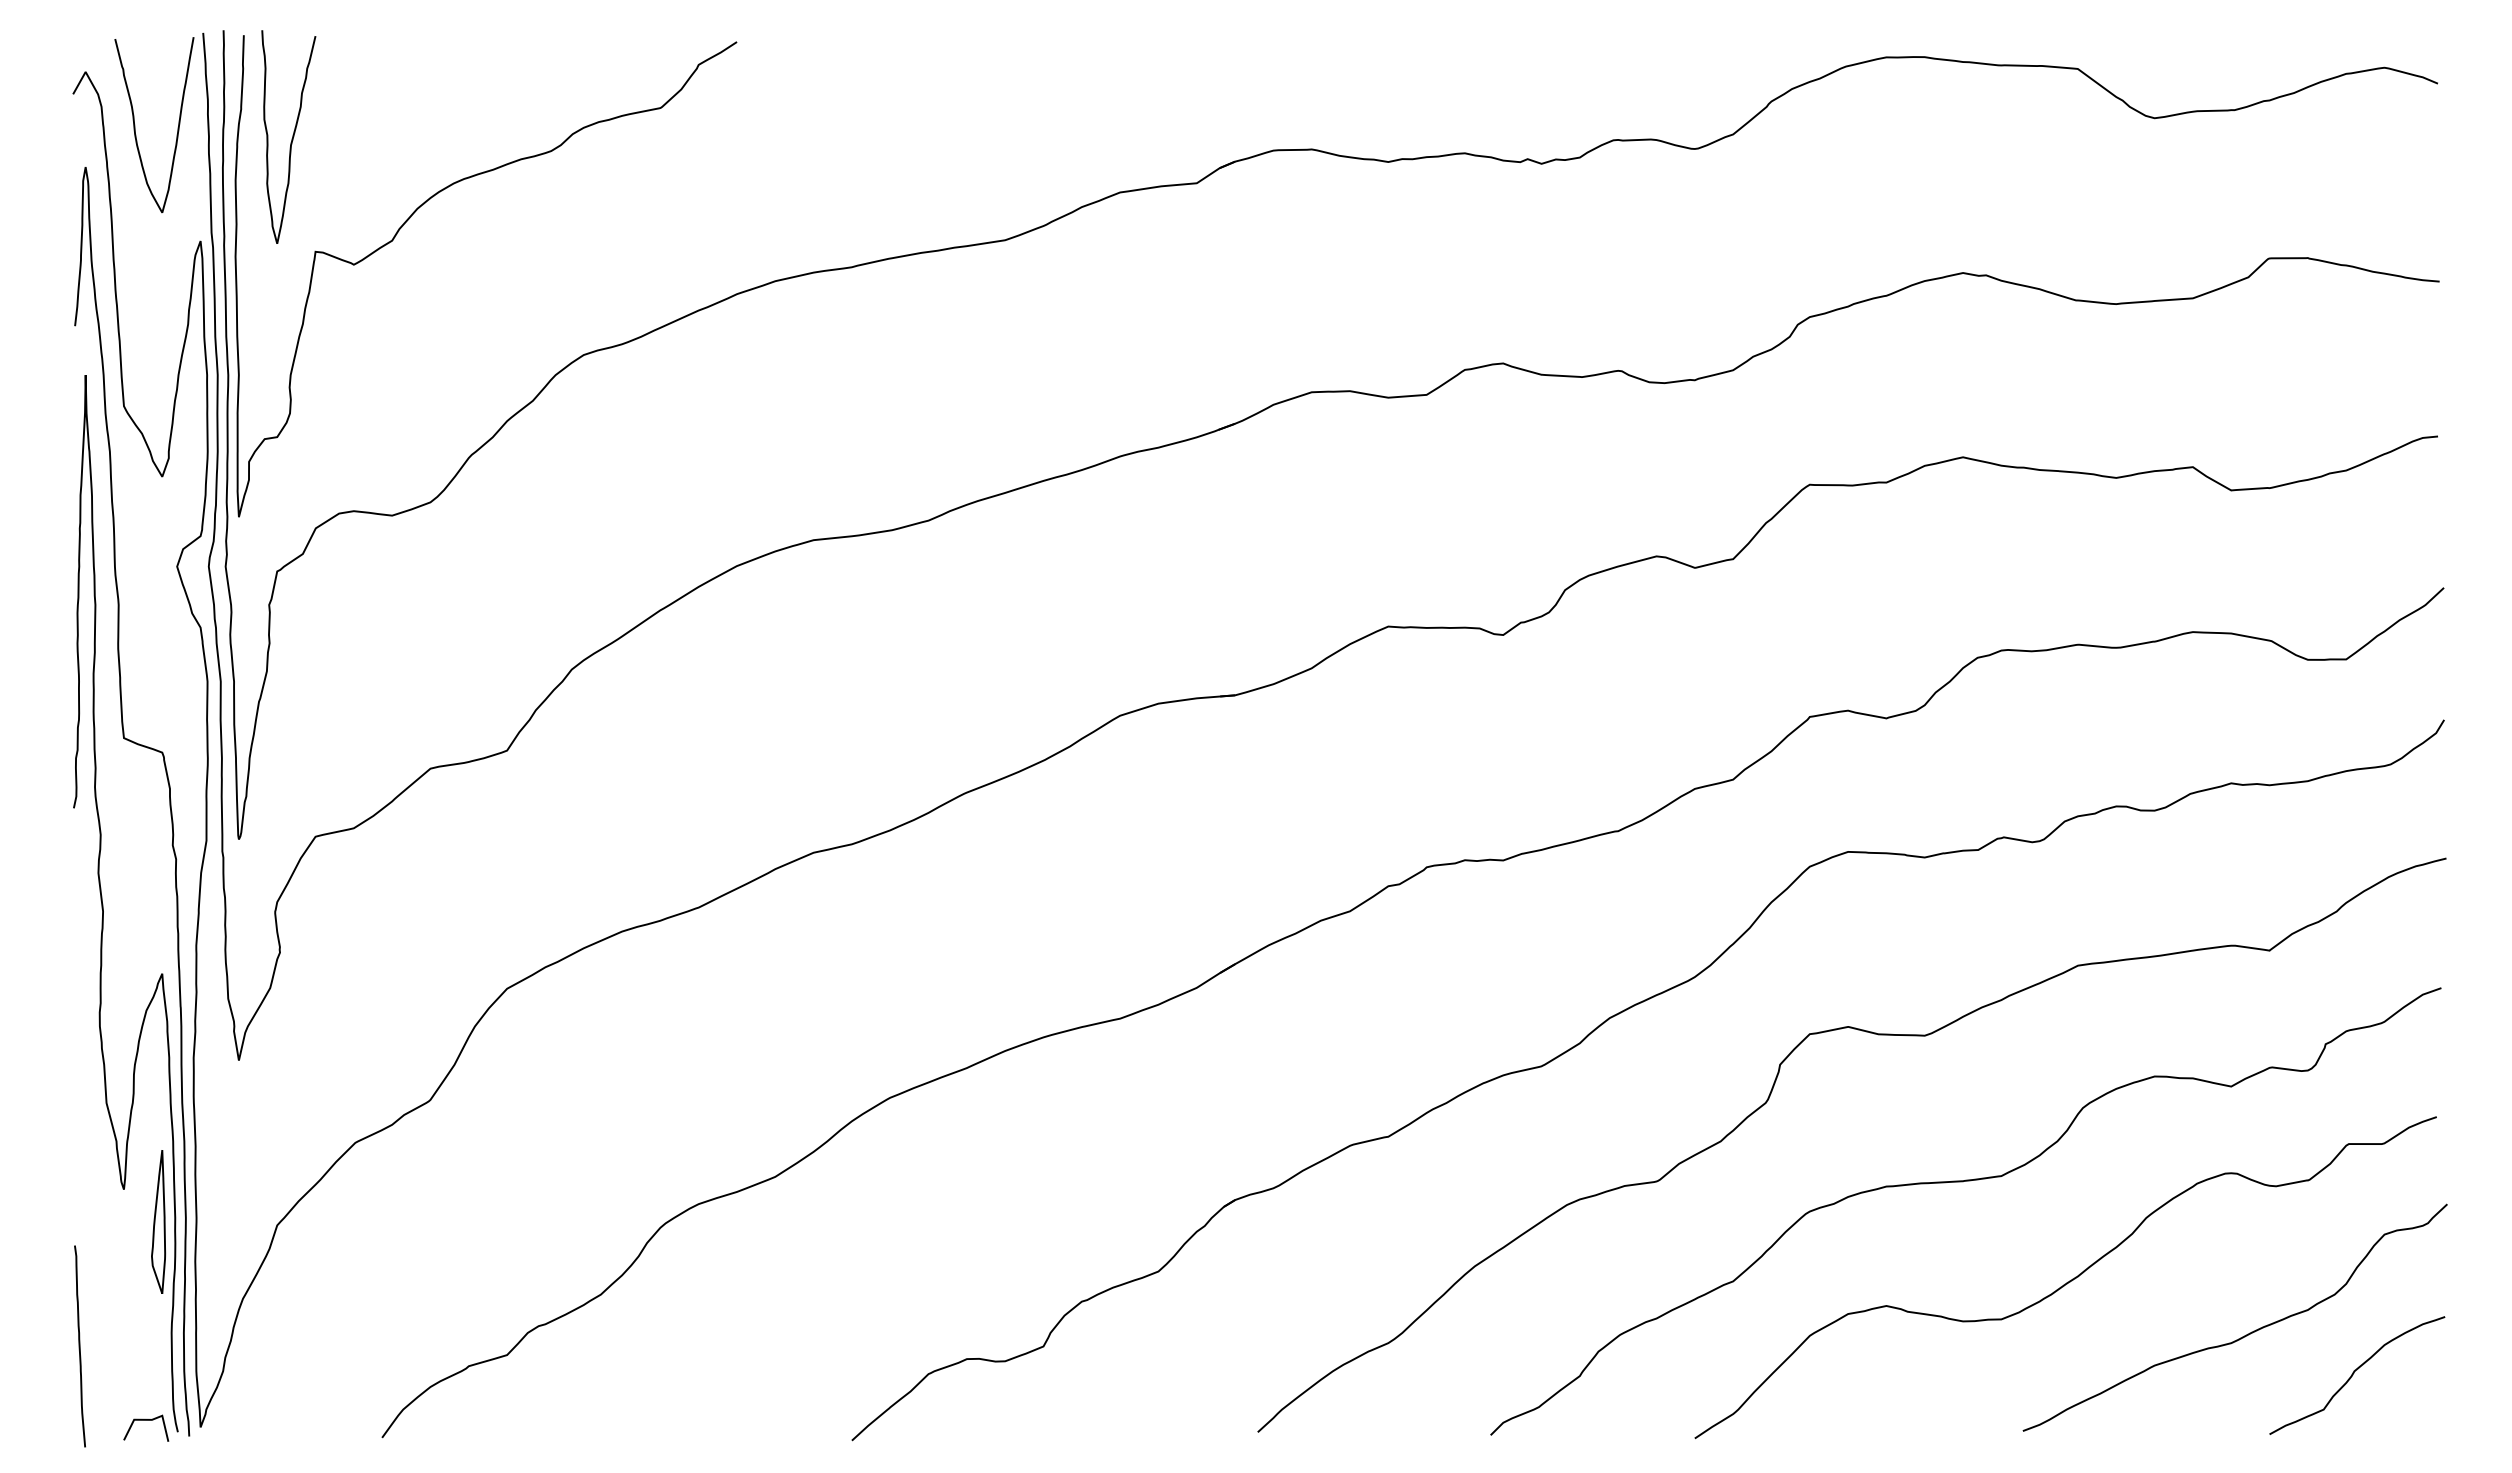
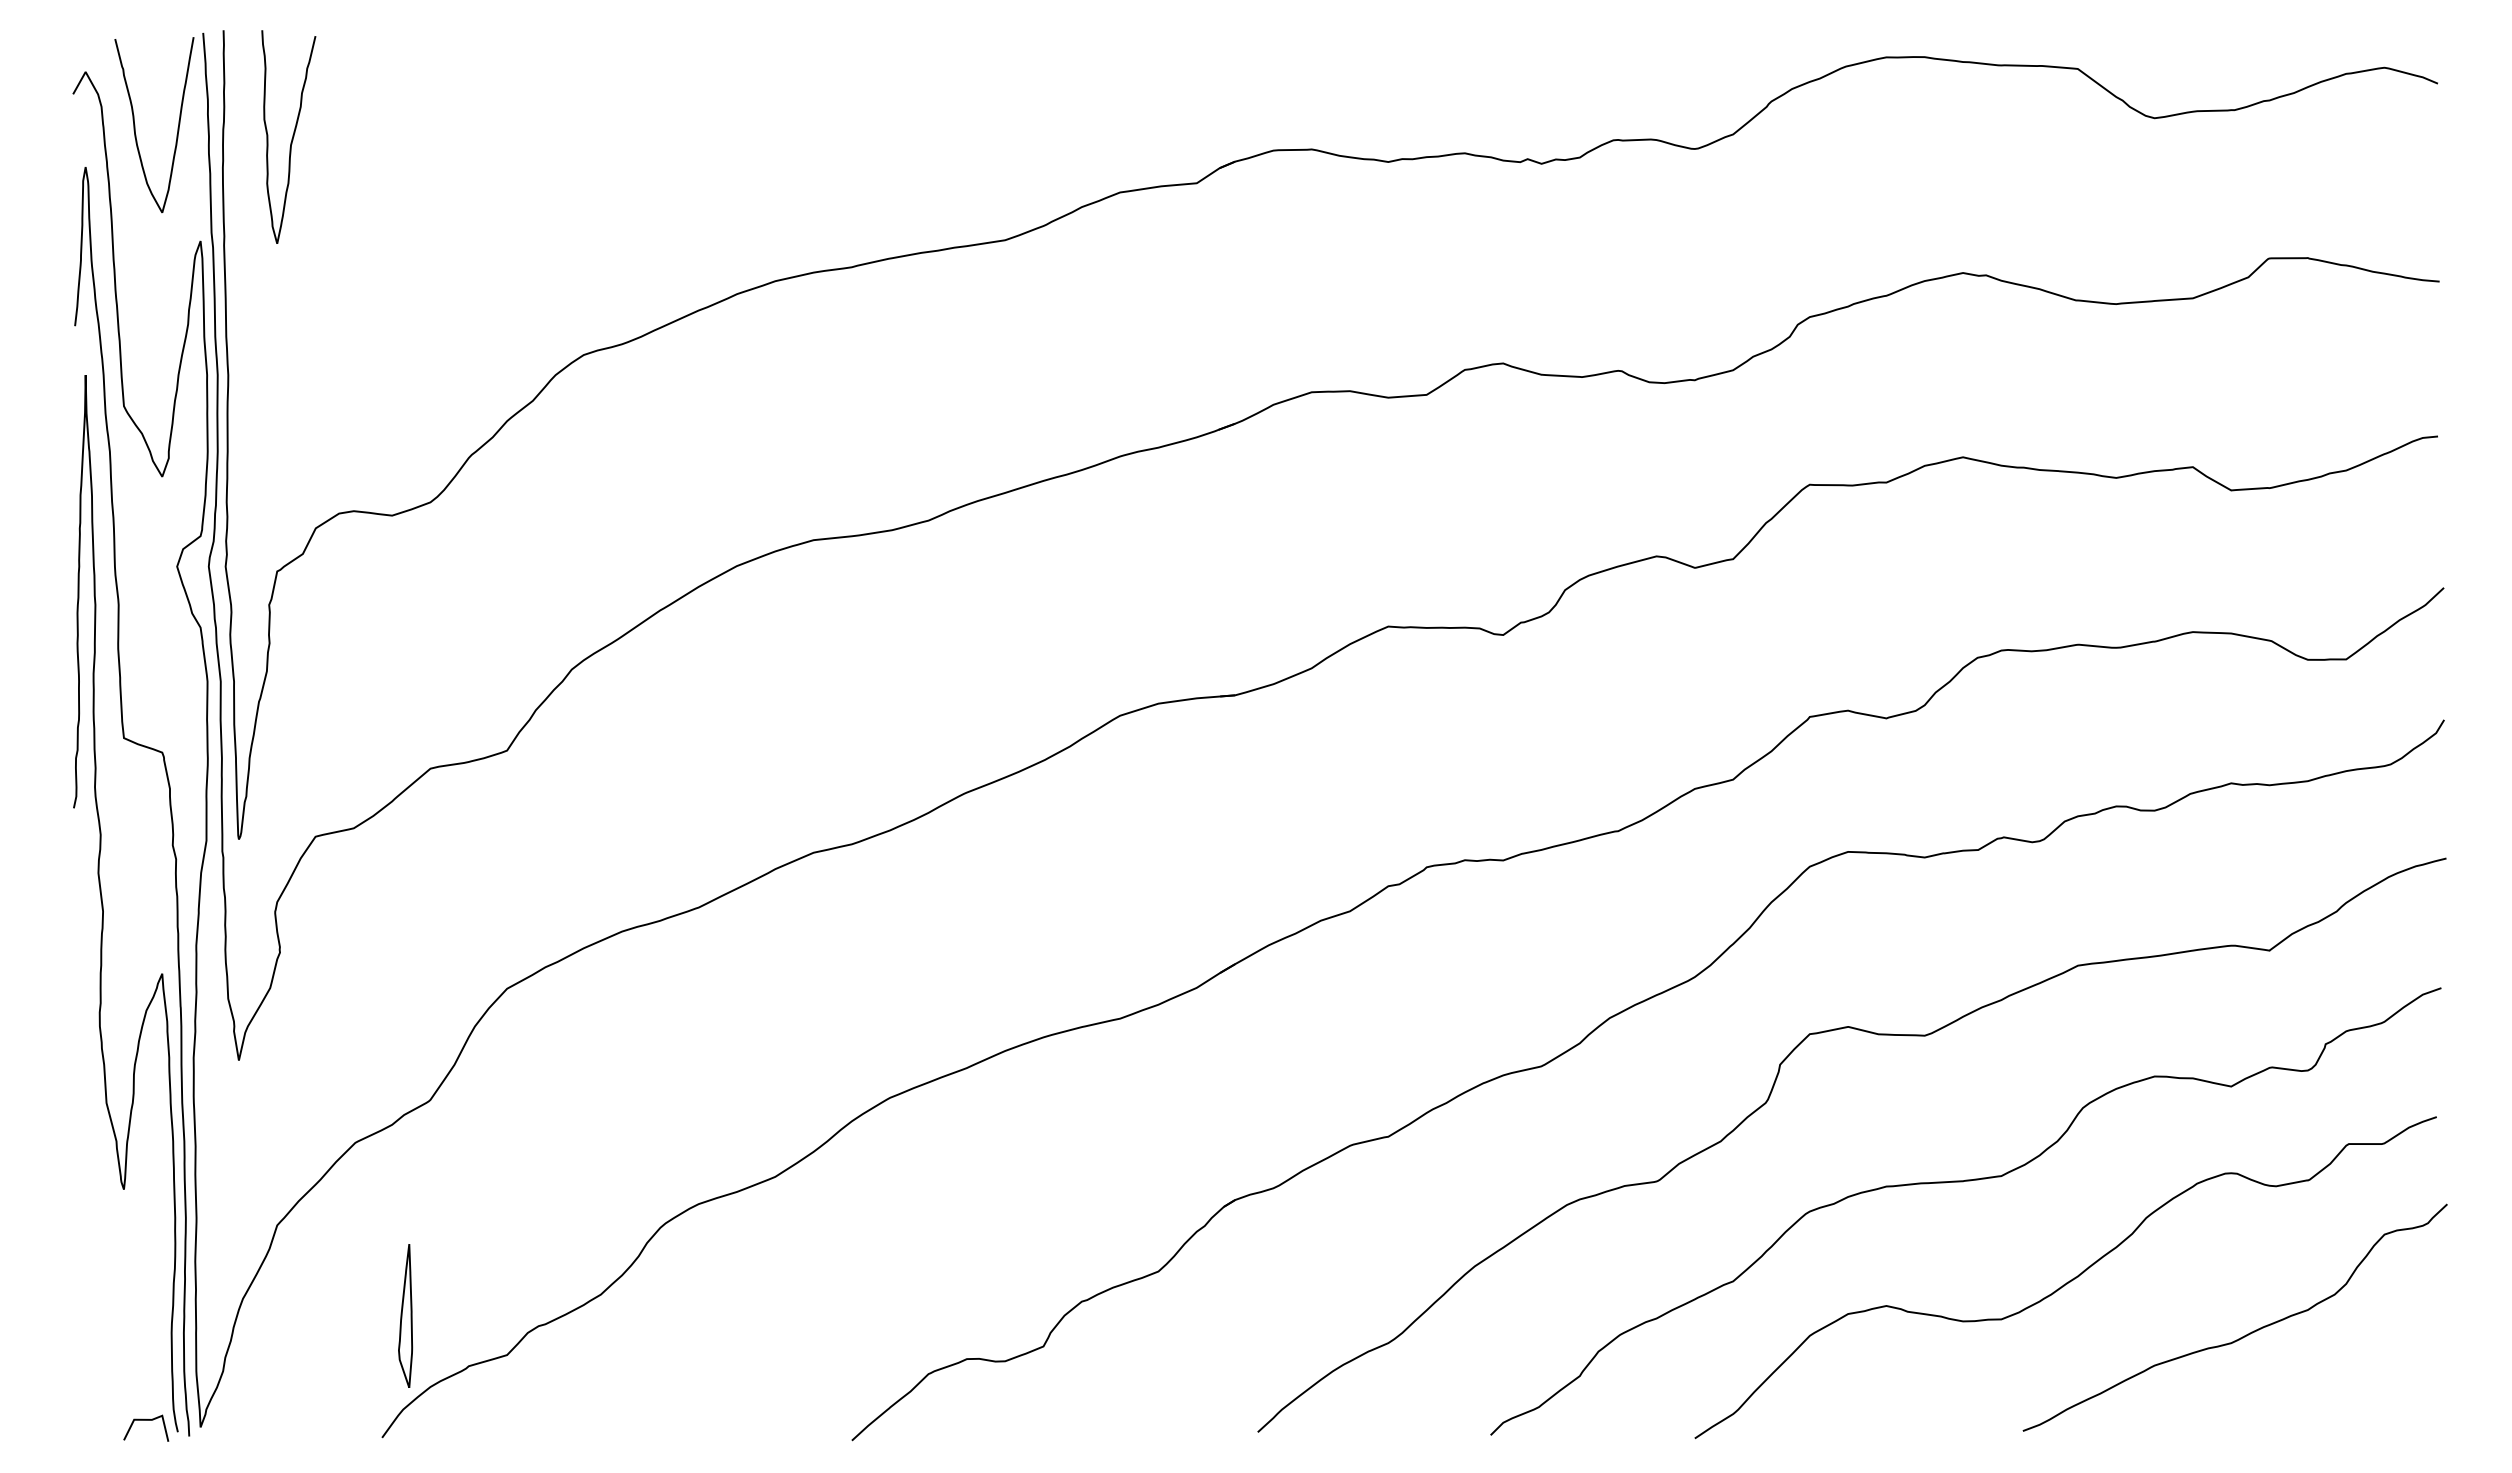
curve at (424, 204): present -> none
part at (158, 1221) position: (158, 1221) -> (405, 1315)
curve at (79, 1346): present -> none
curve at (2354, 1373): present -> none
